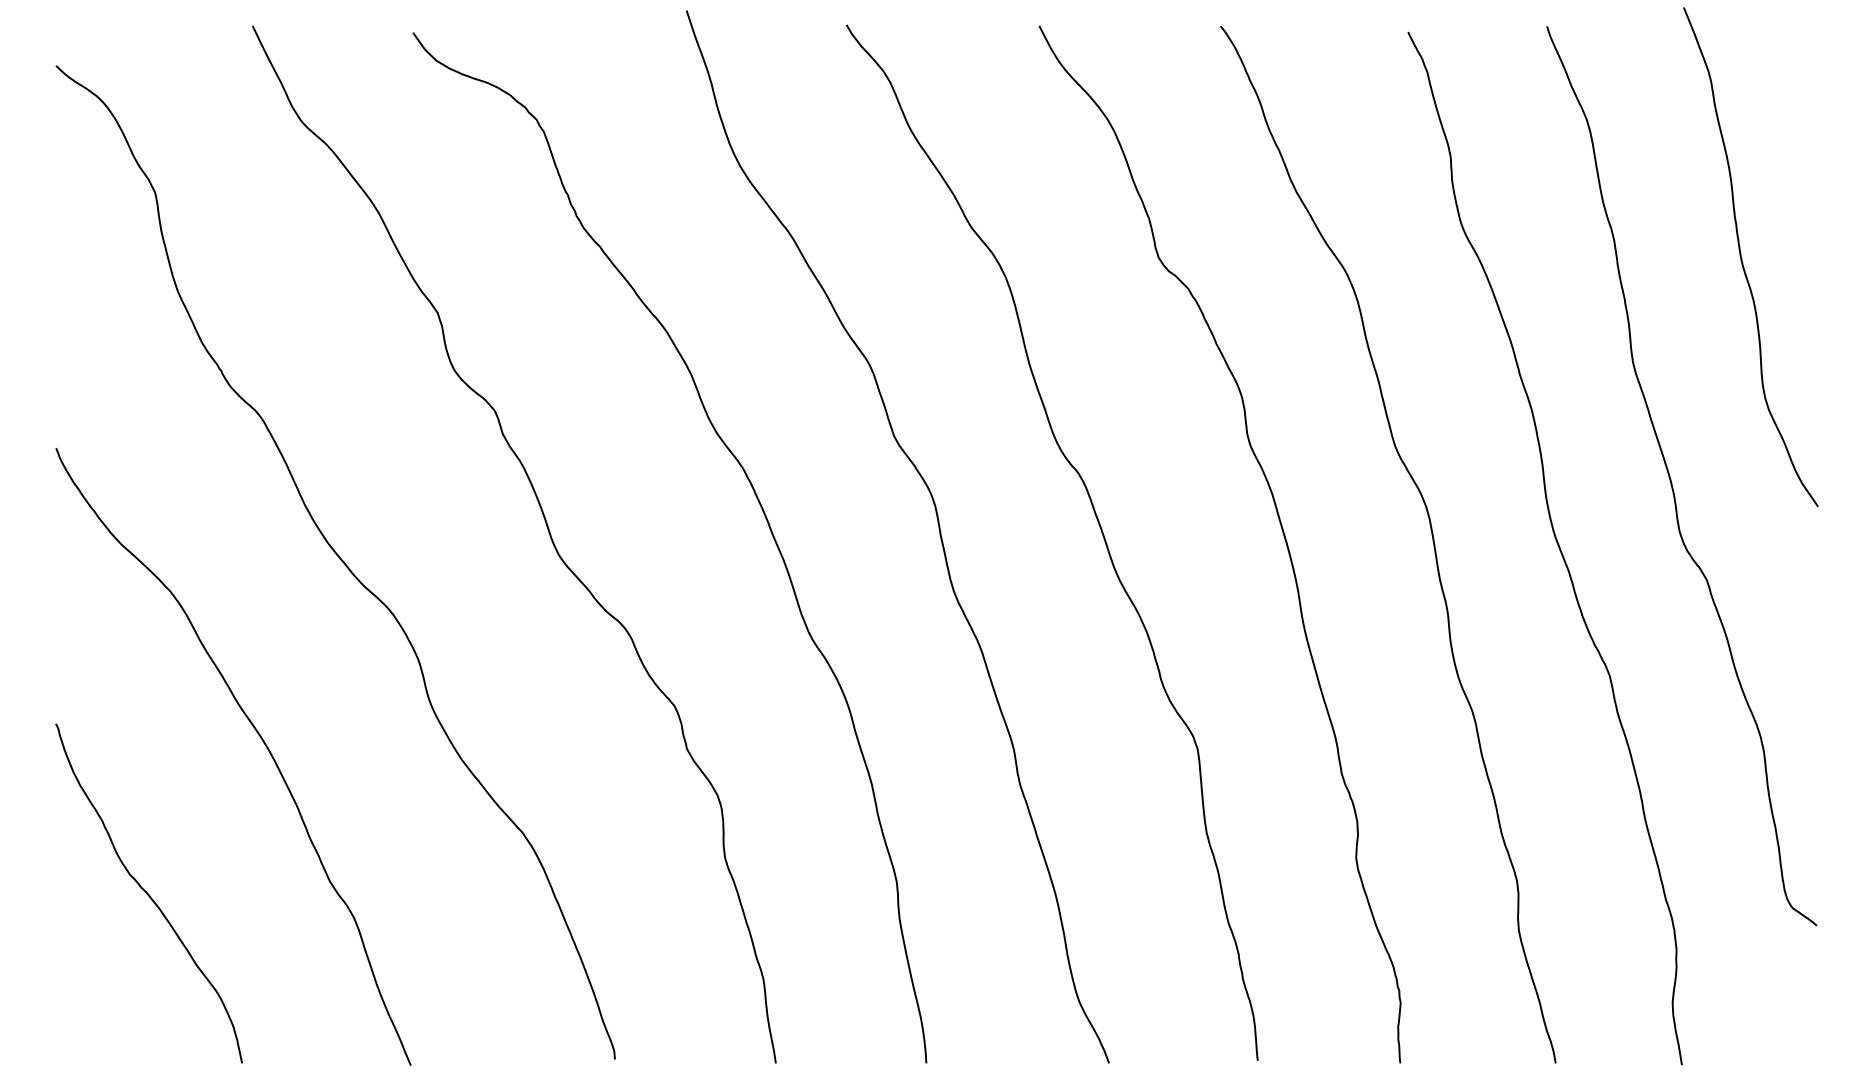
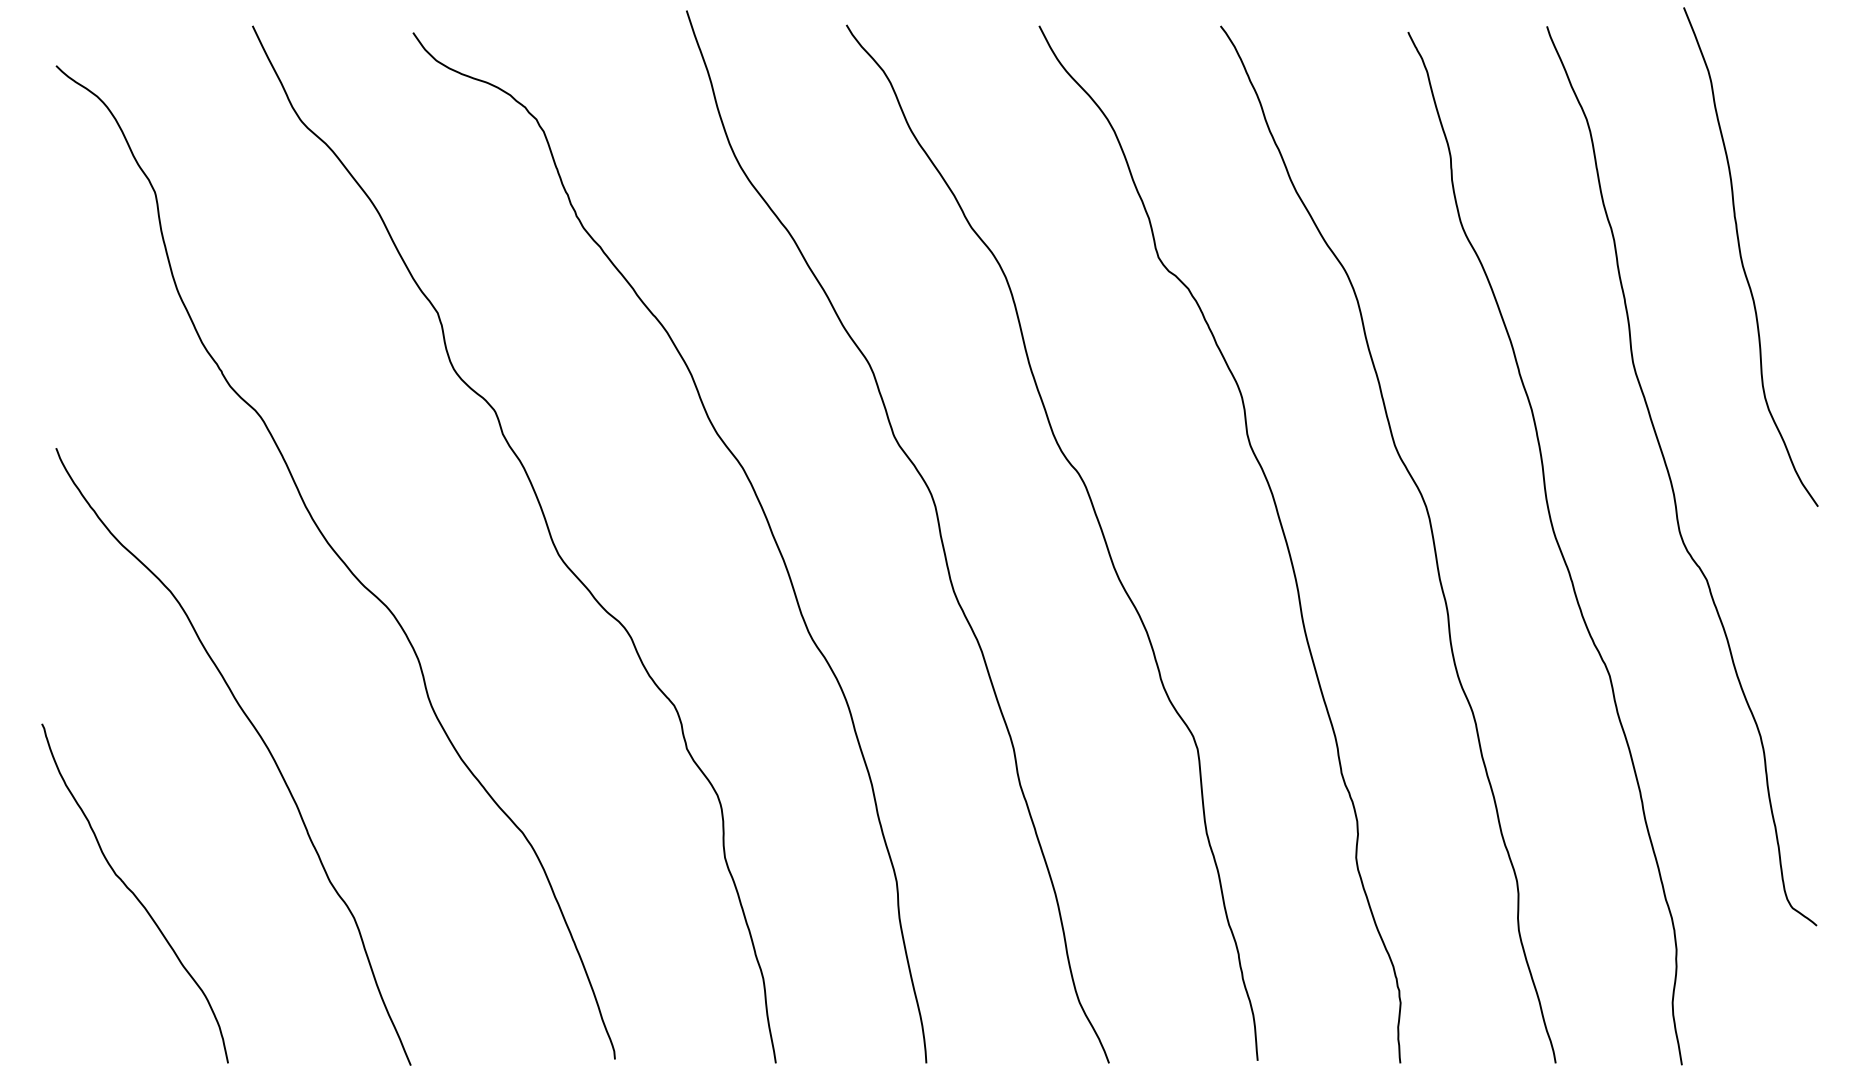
curve at (148, 893) position: (148, 893) -> (134, 893)
